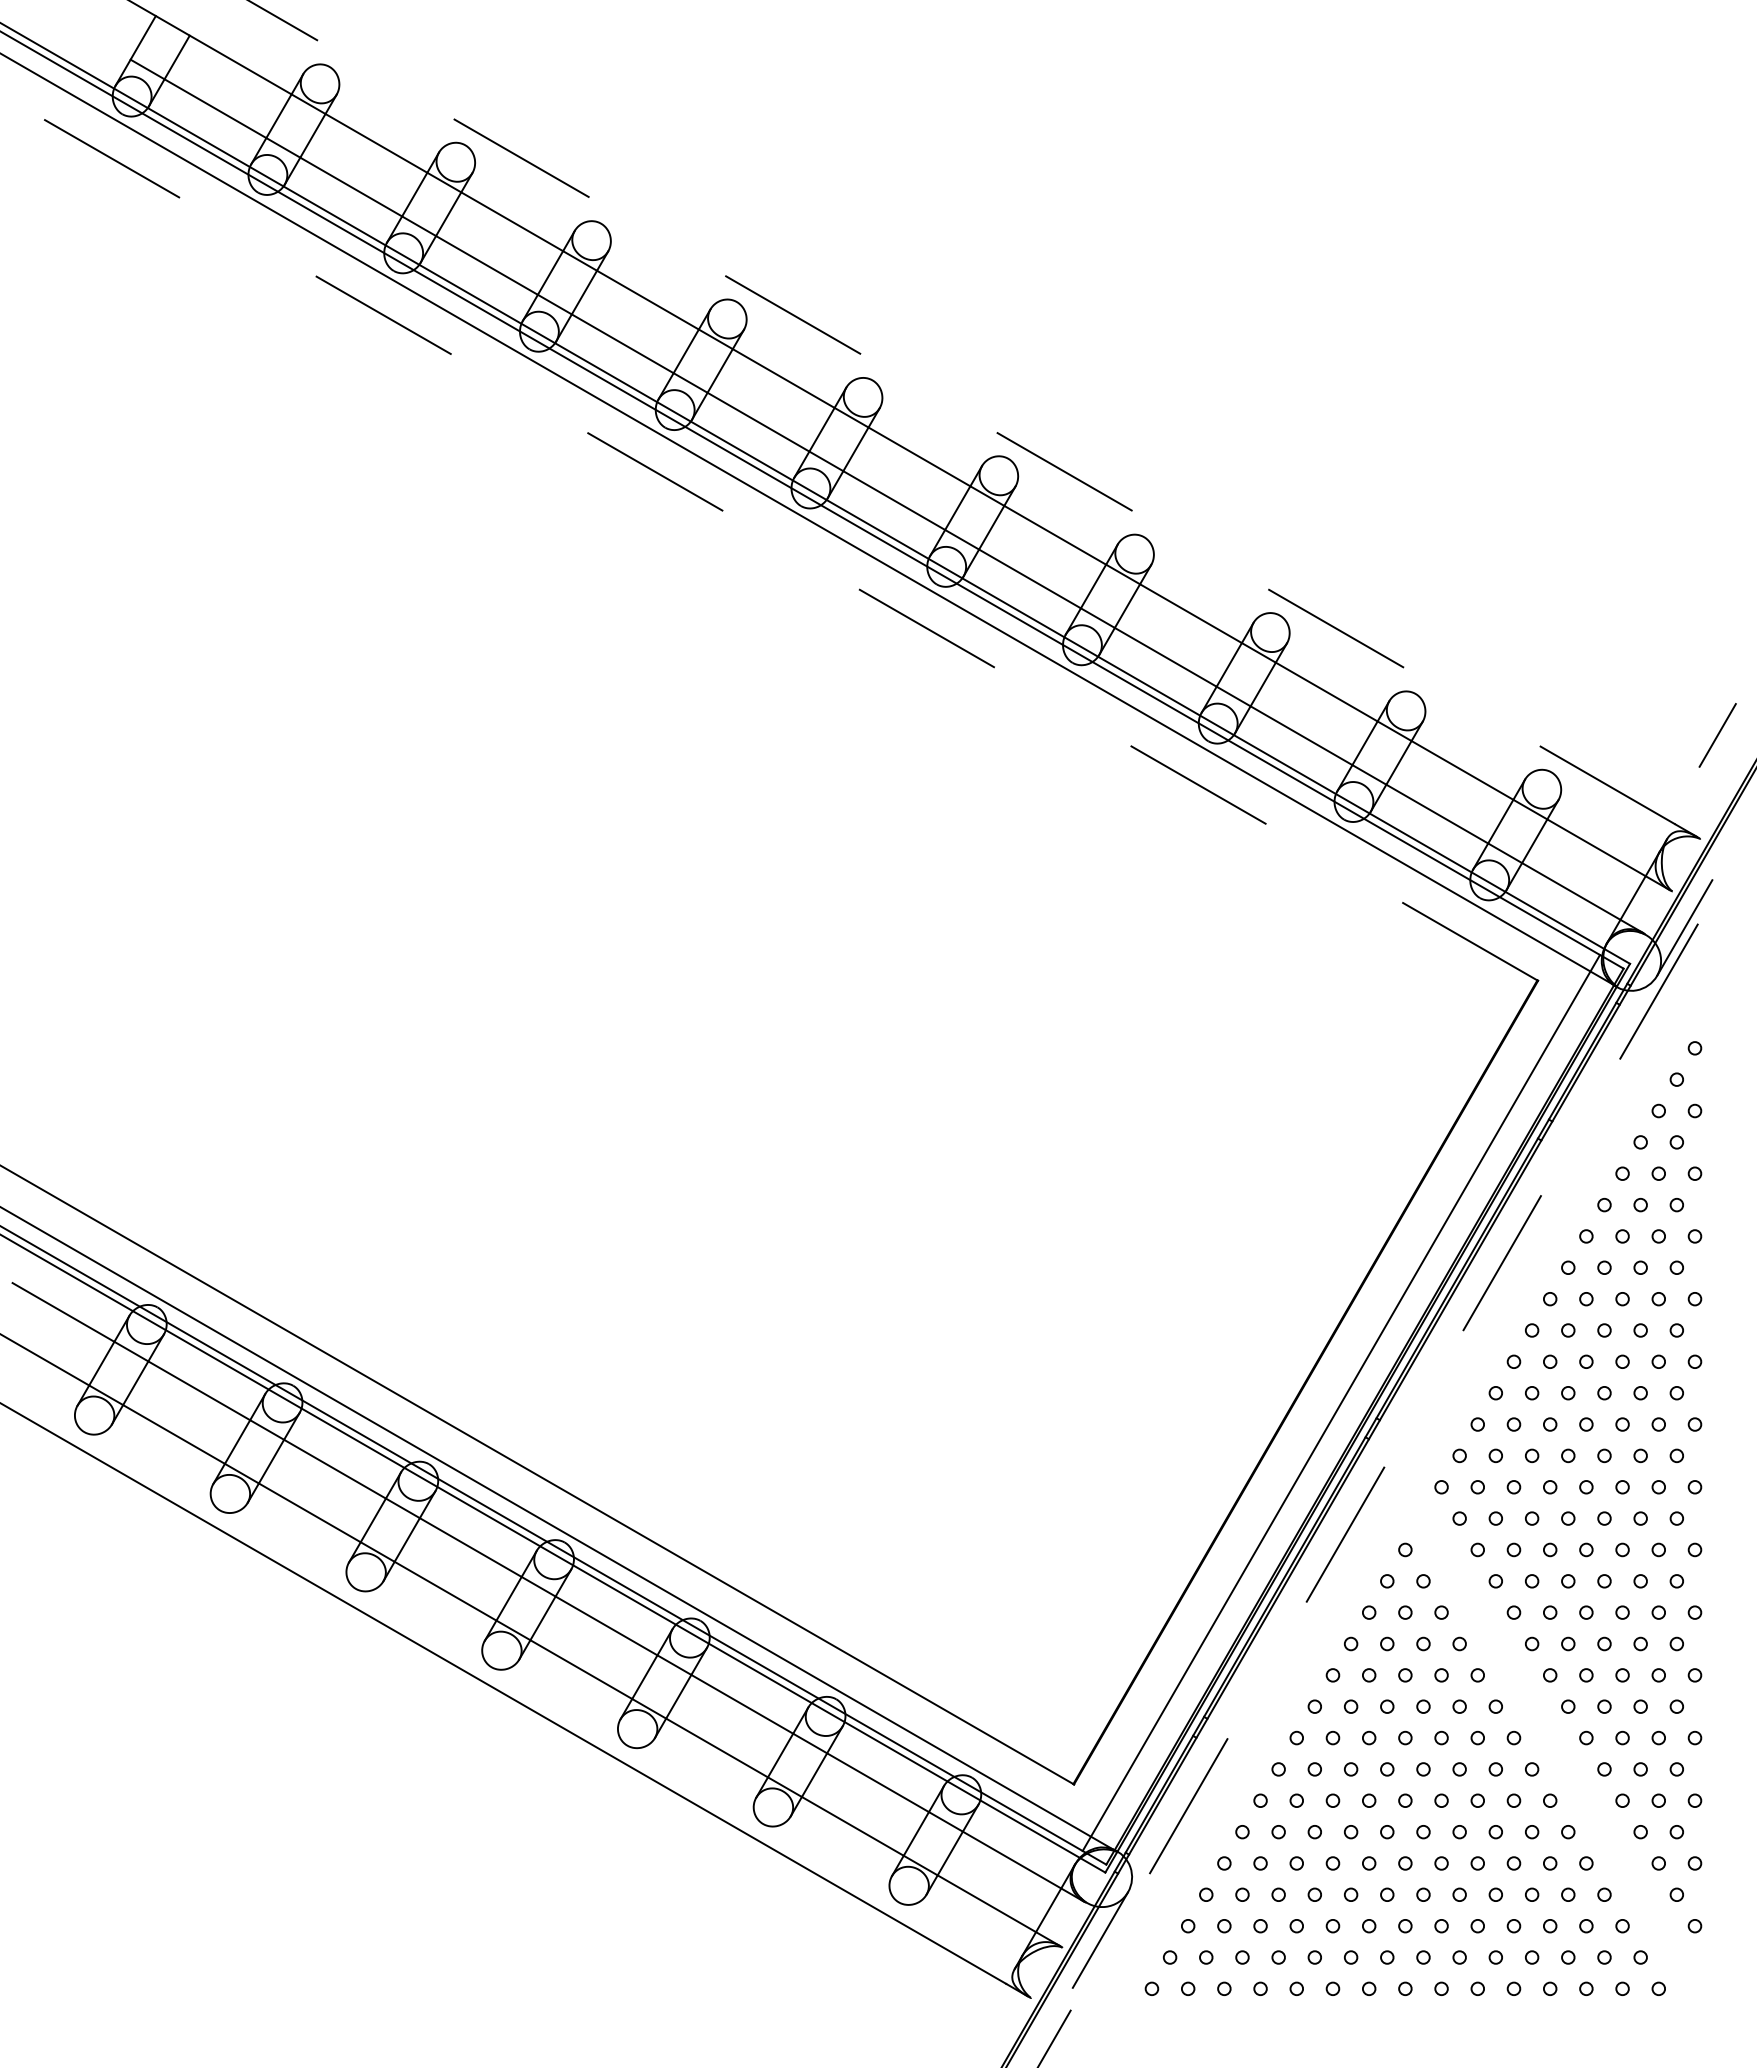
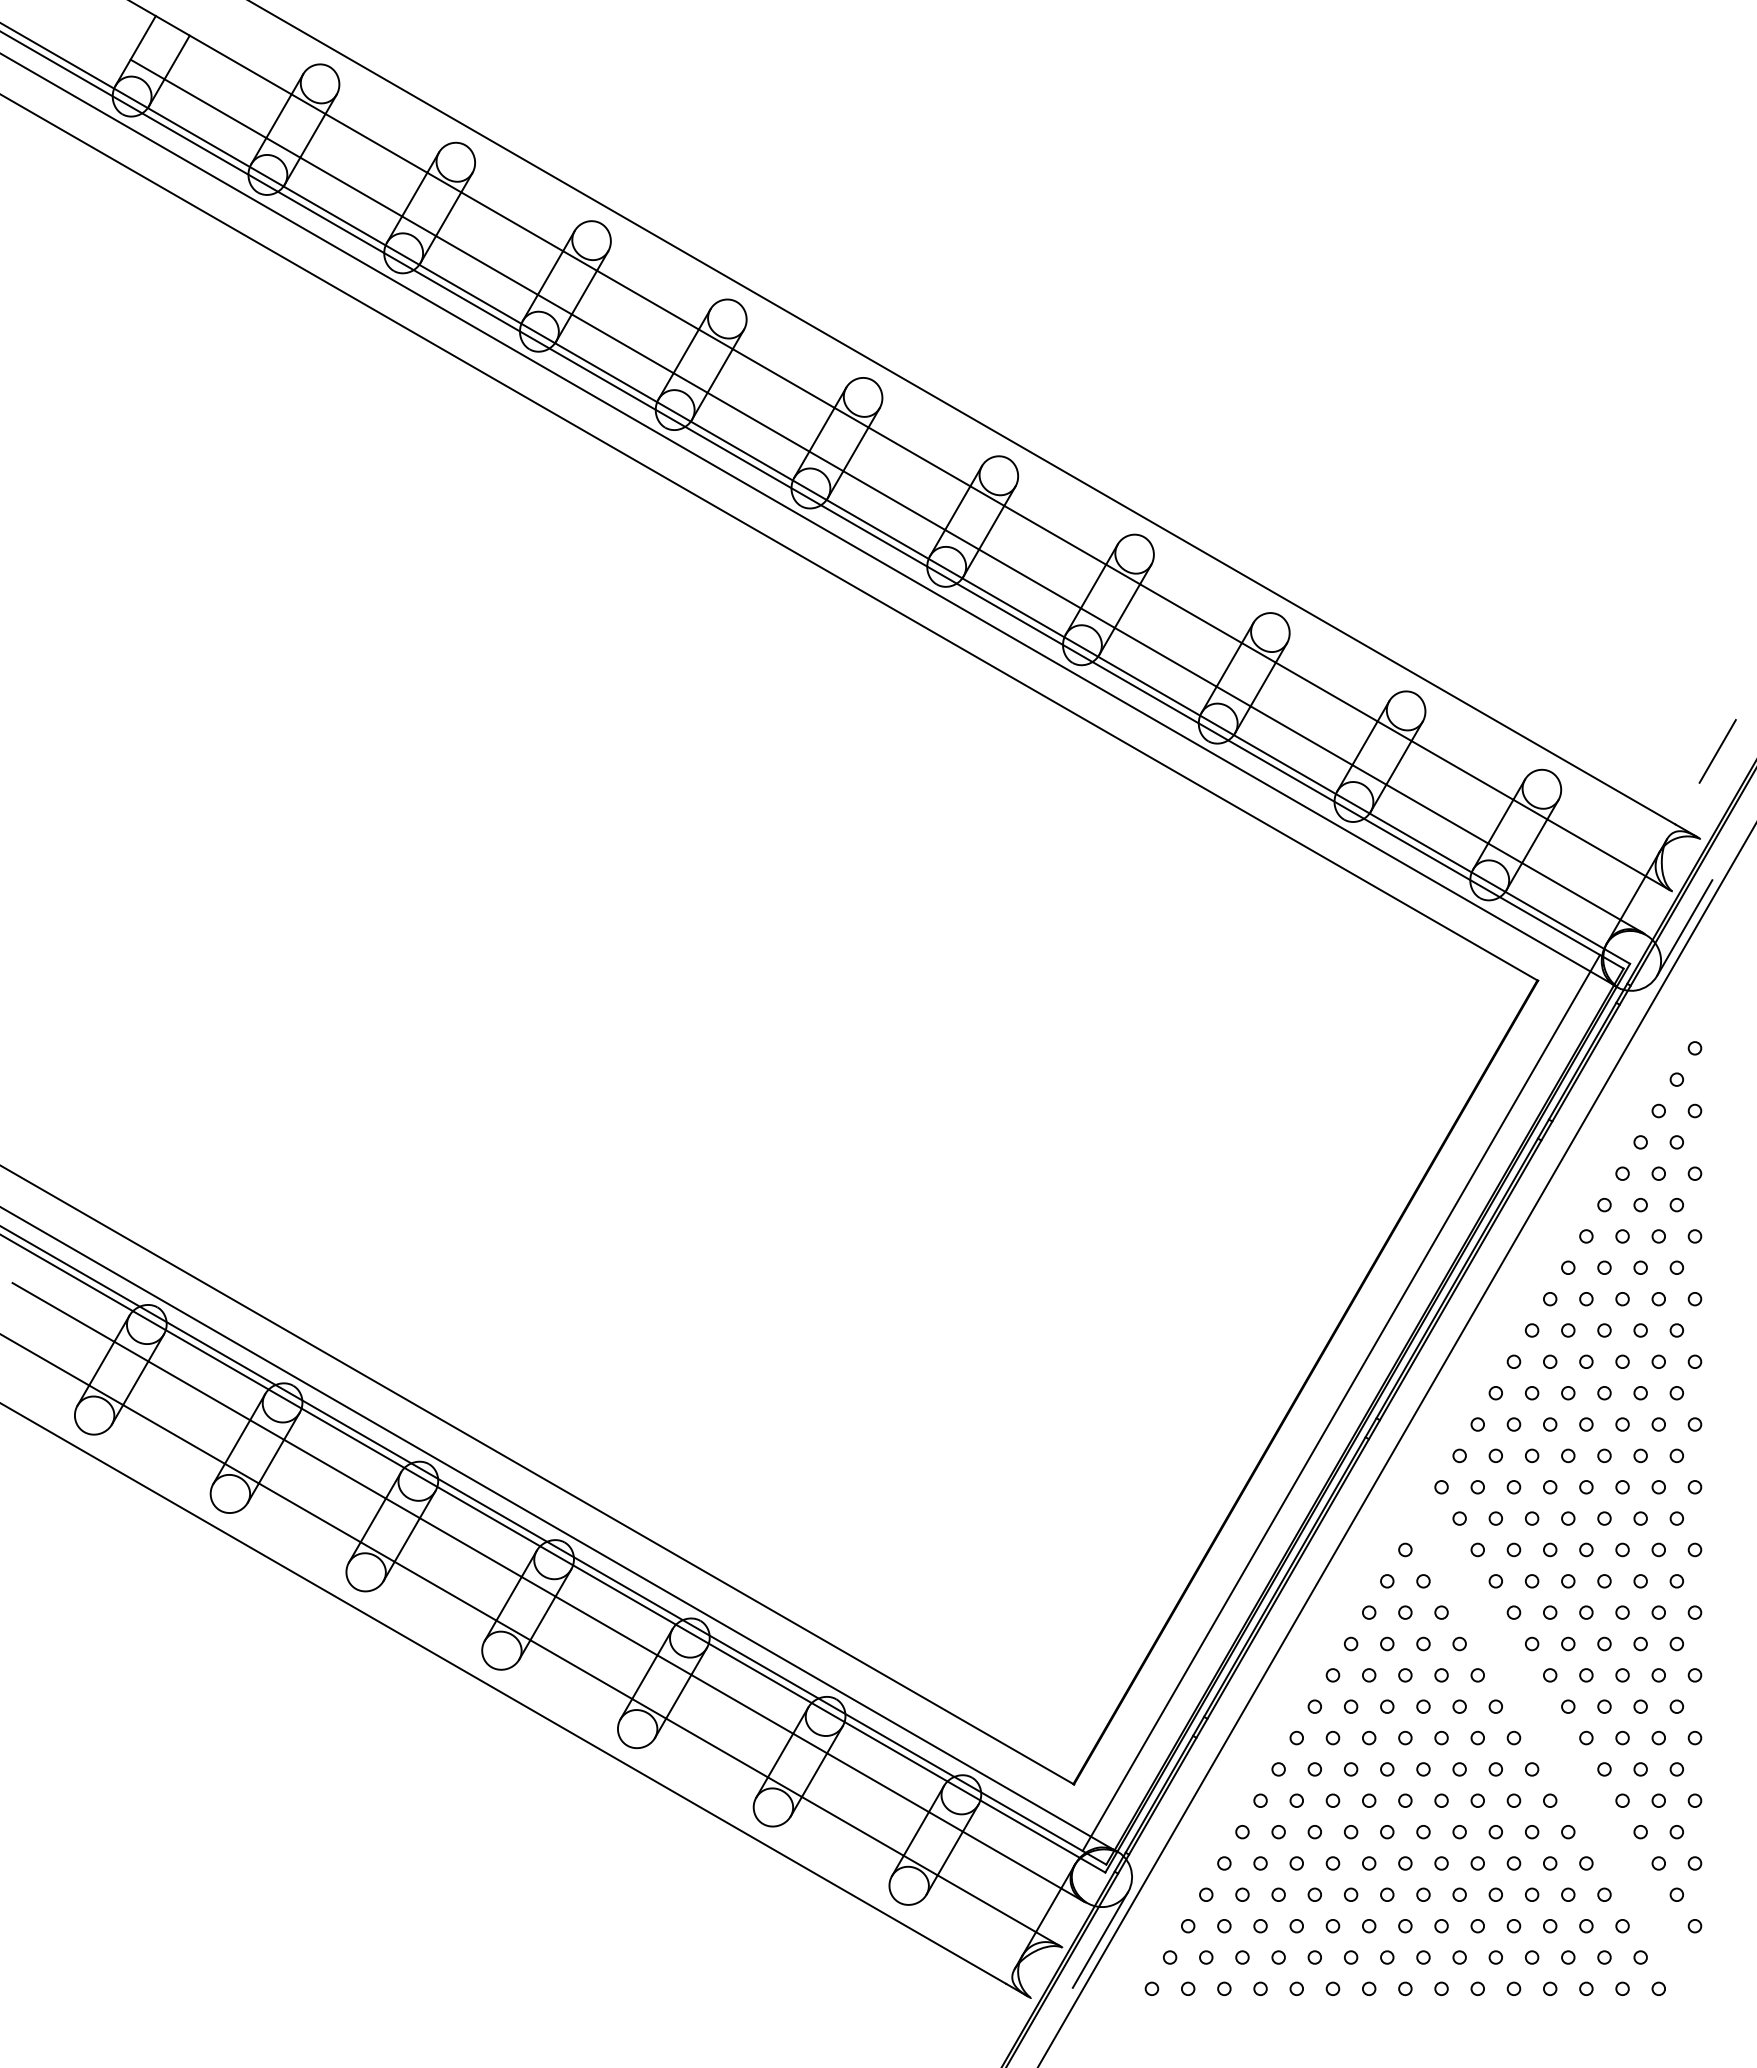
line at (961, 412): dashed -> solid
line at (768, 537): dashed -> solid
line at (1717, 735) position: (1717, 735) -> (1717, 751)
line at (1397, 1445): dashed -> solid
